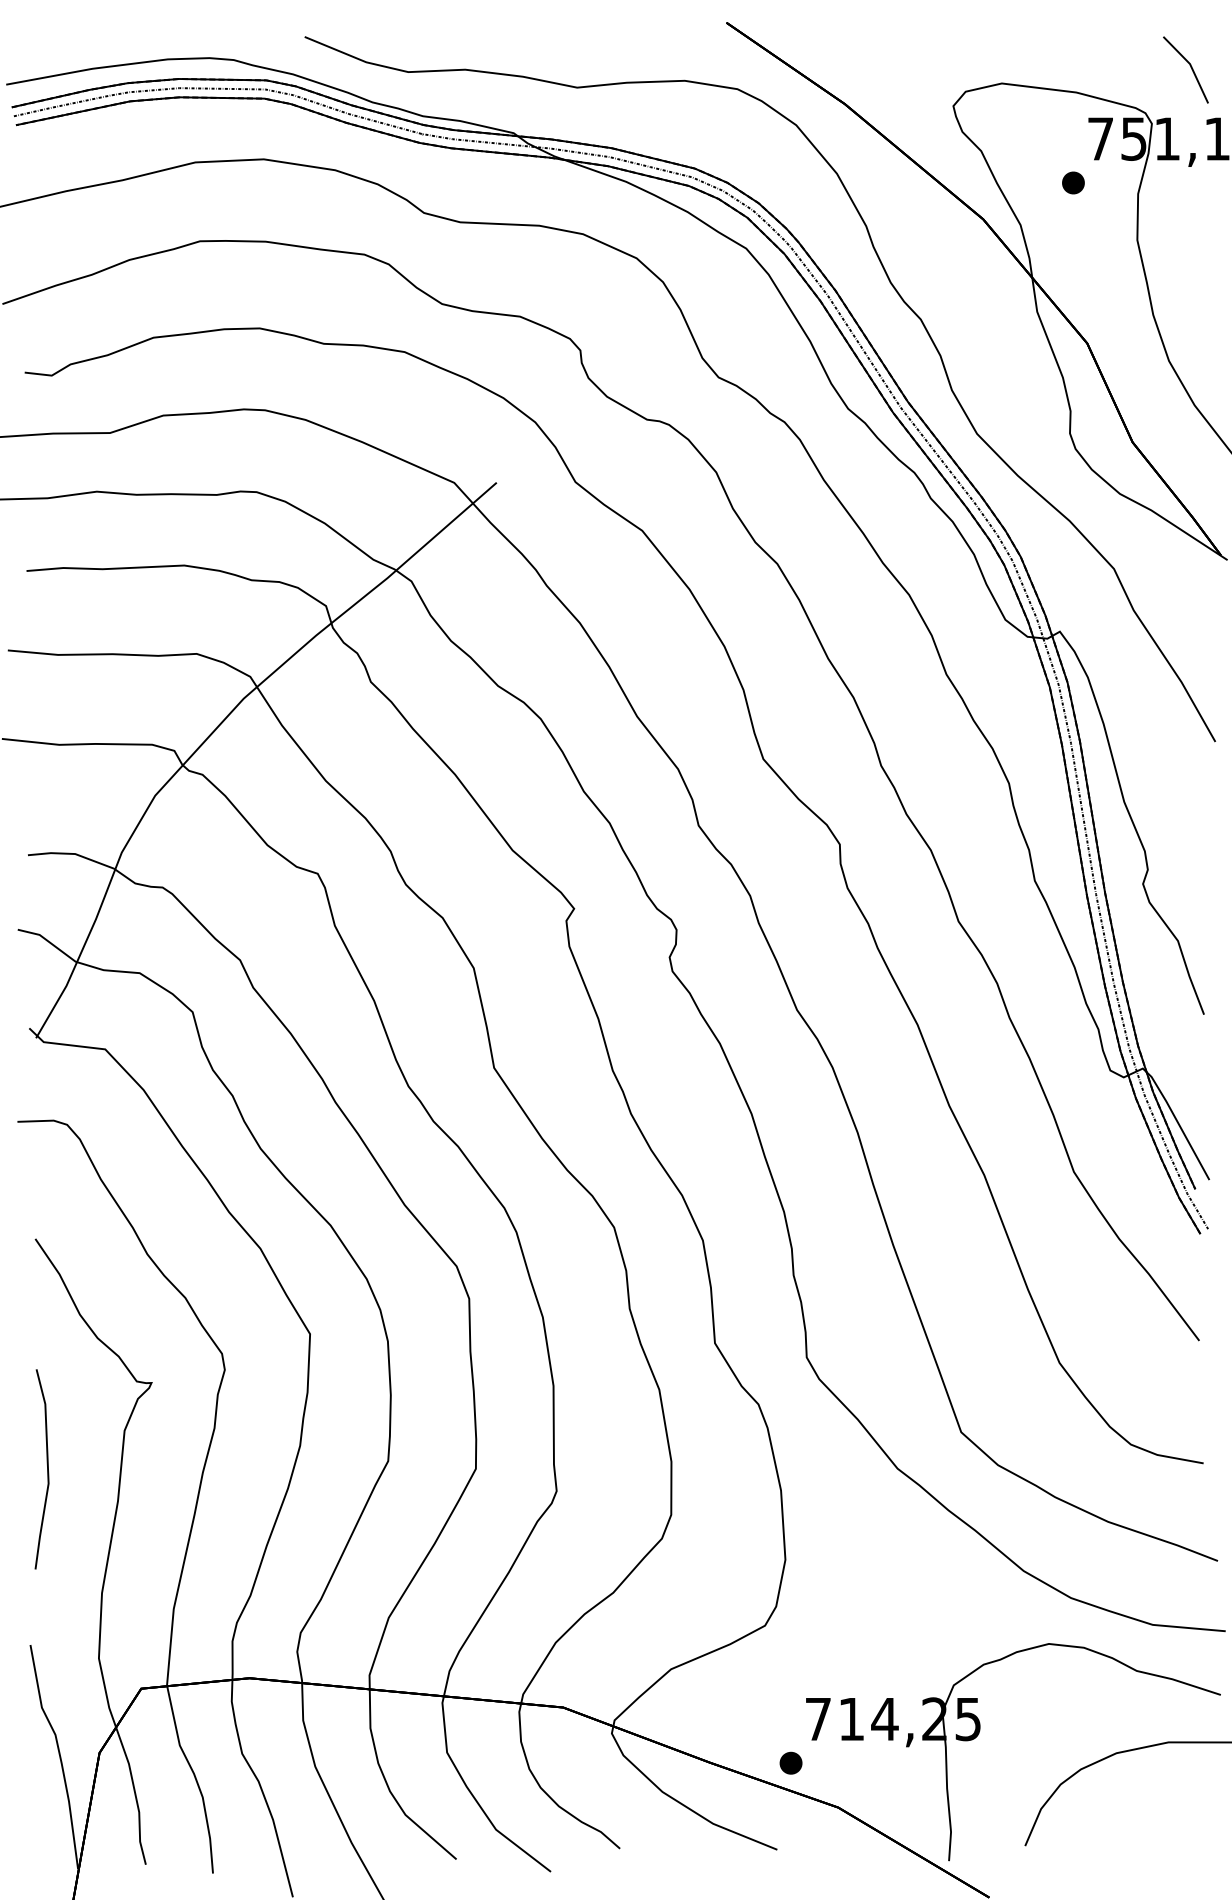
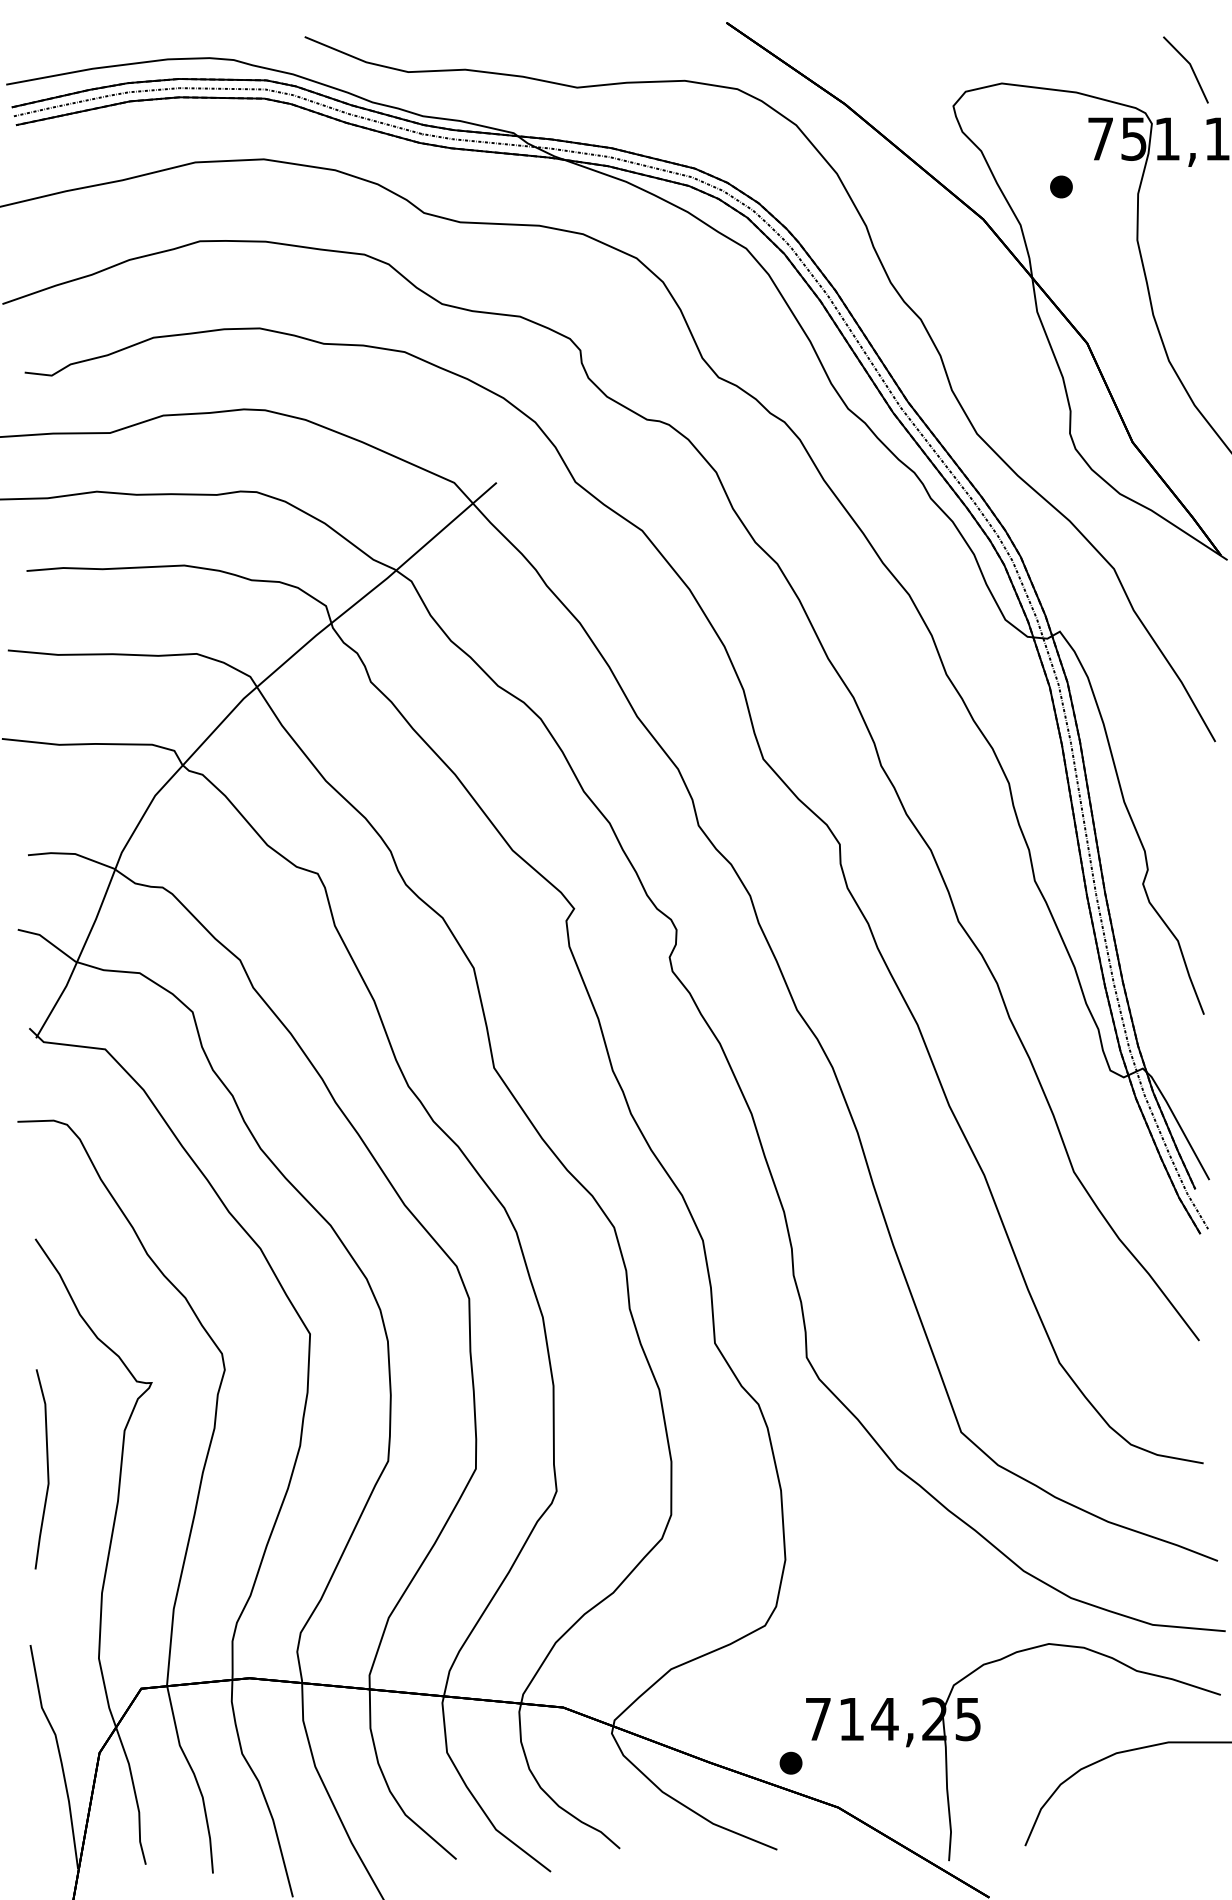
part at (1073, 182) position: (1073, 182) -> (1061, 186)
